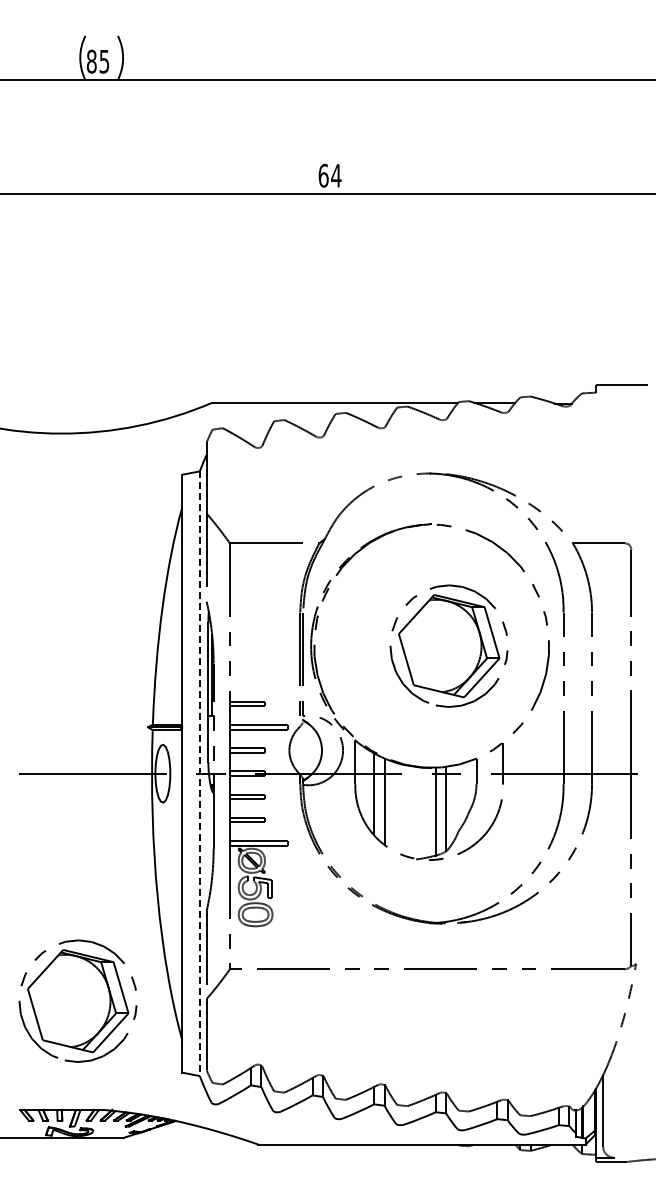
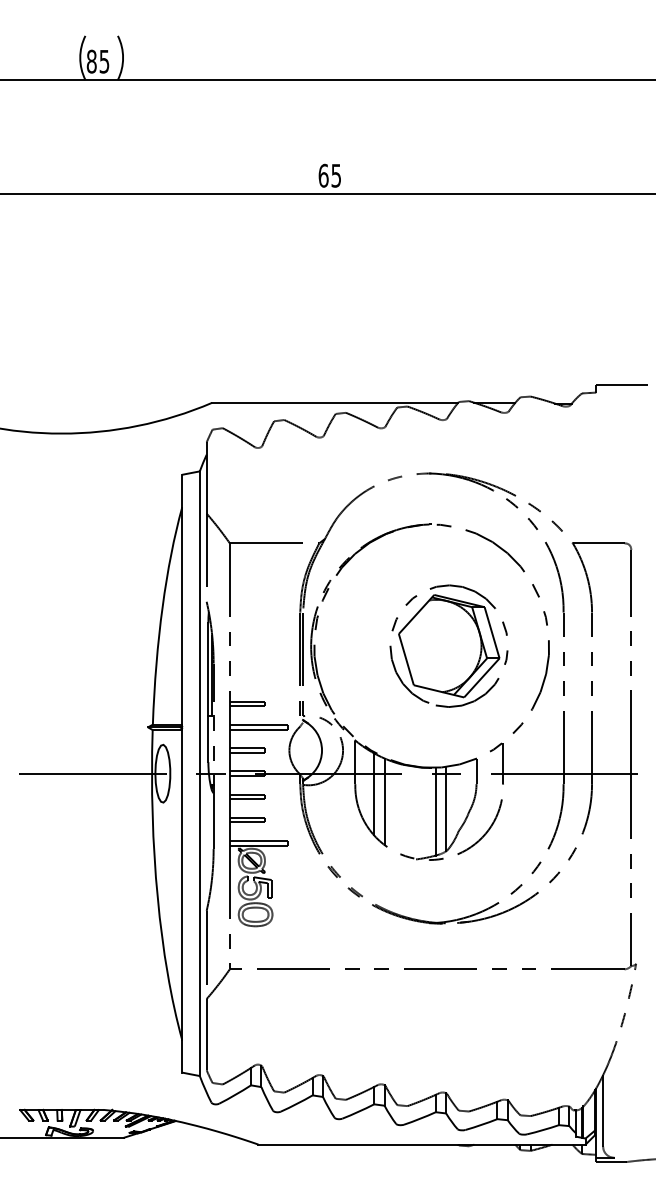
text at (336, 175): 64 -> 65
line at (199, 774): dashed -> solid
part at (77, 1000): present -> none
